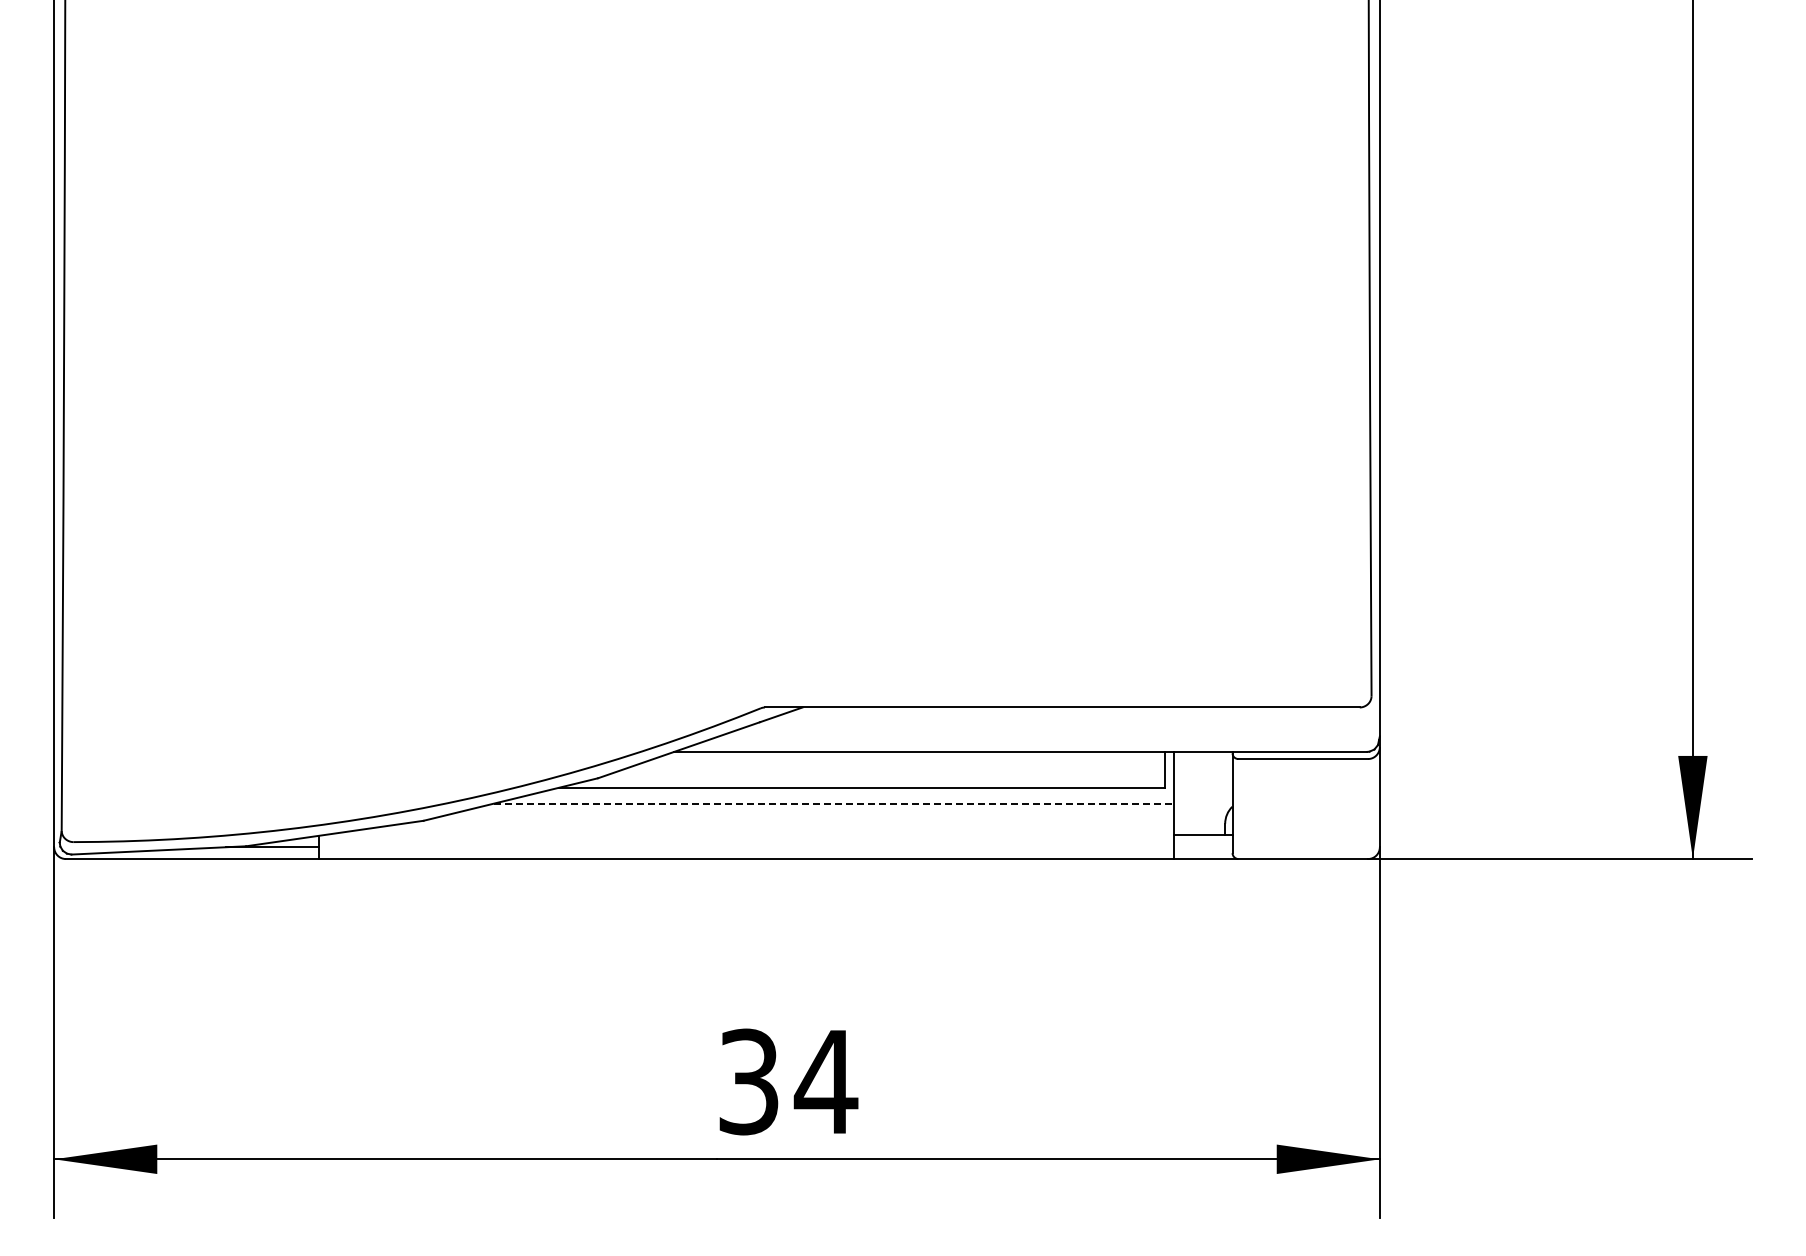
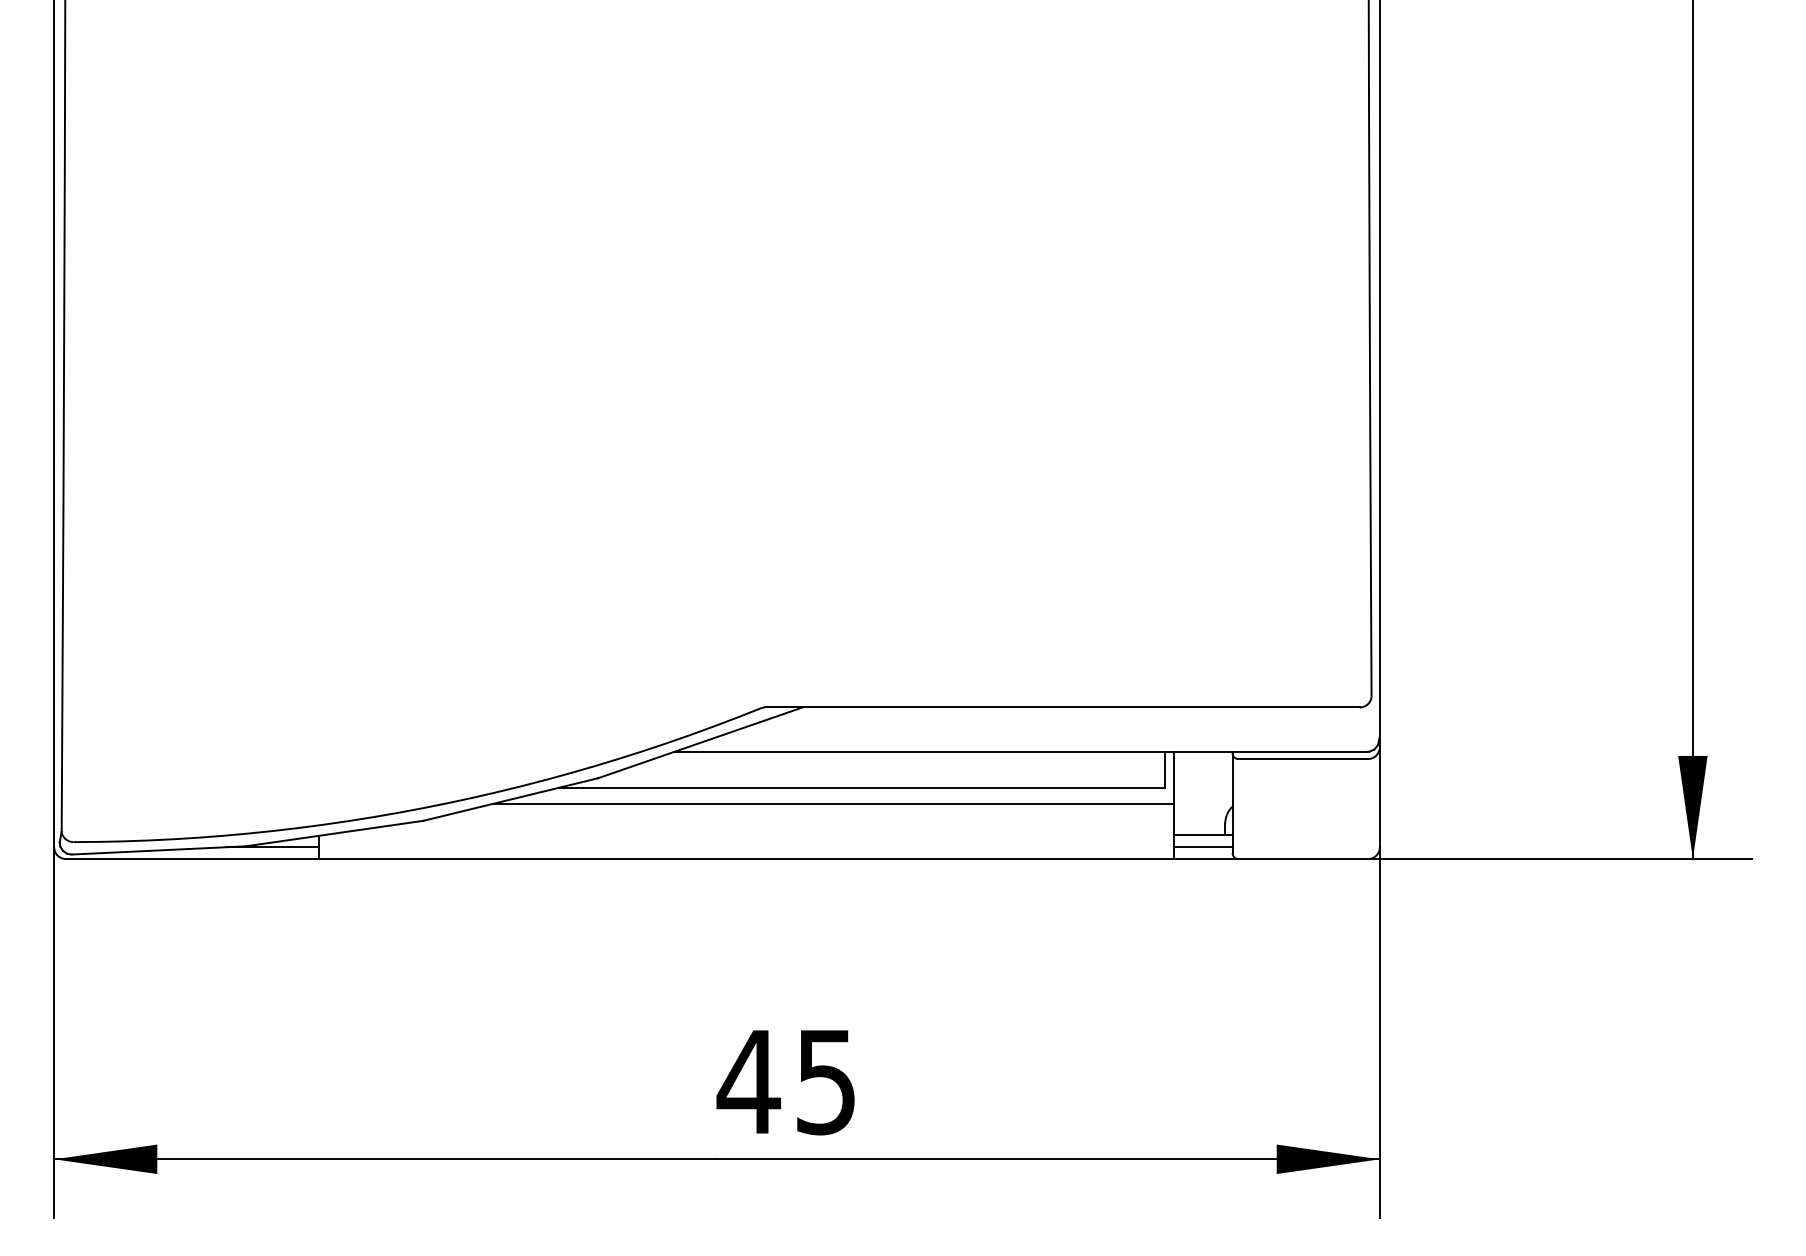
line at (833, 803): dashed -> solid
line at (1202, 847): none -> present
text at (787, 1081): 34 -> 45
